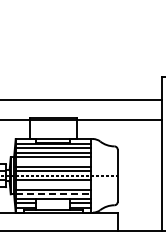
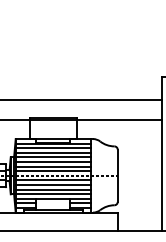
line at (53, 162): none -> present
line at (53, 185): none -> present
line at (53, 194): dashed -> solid
